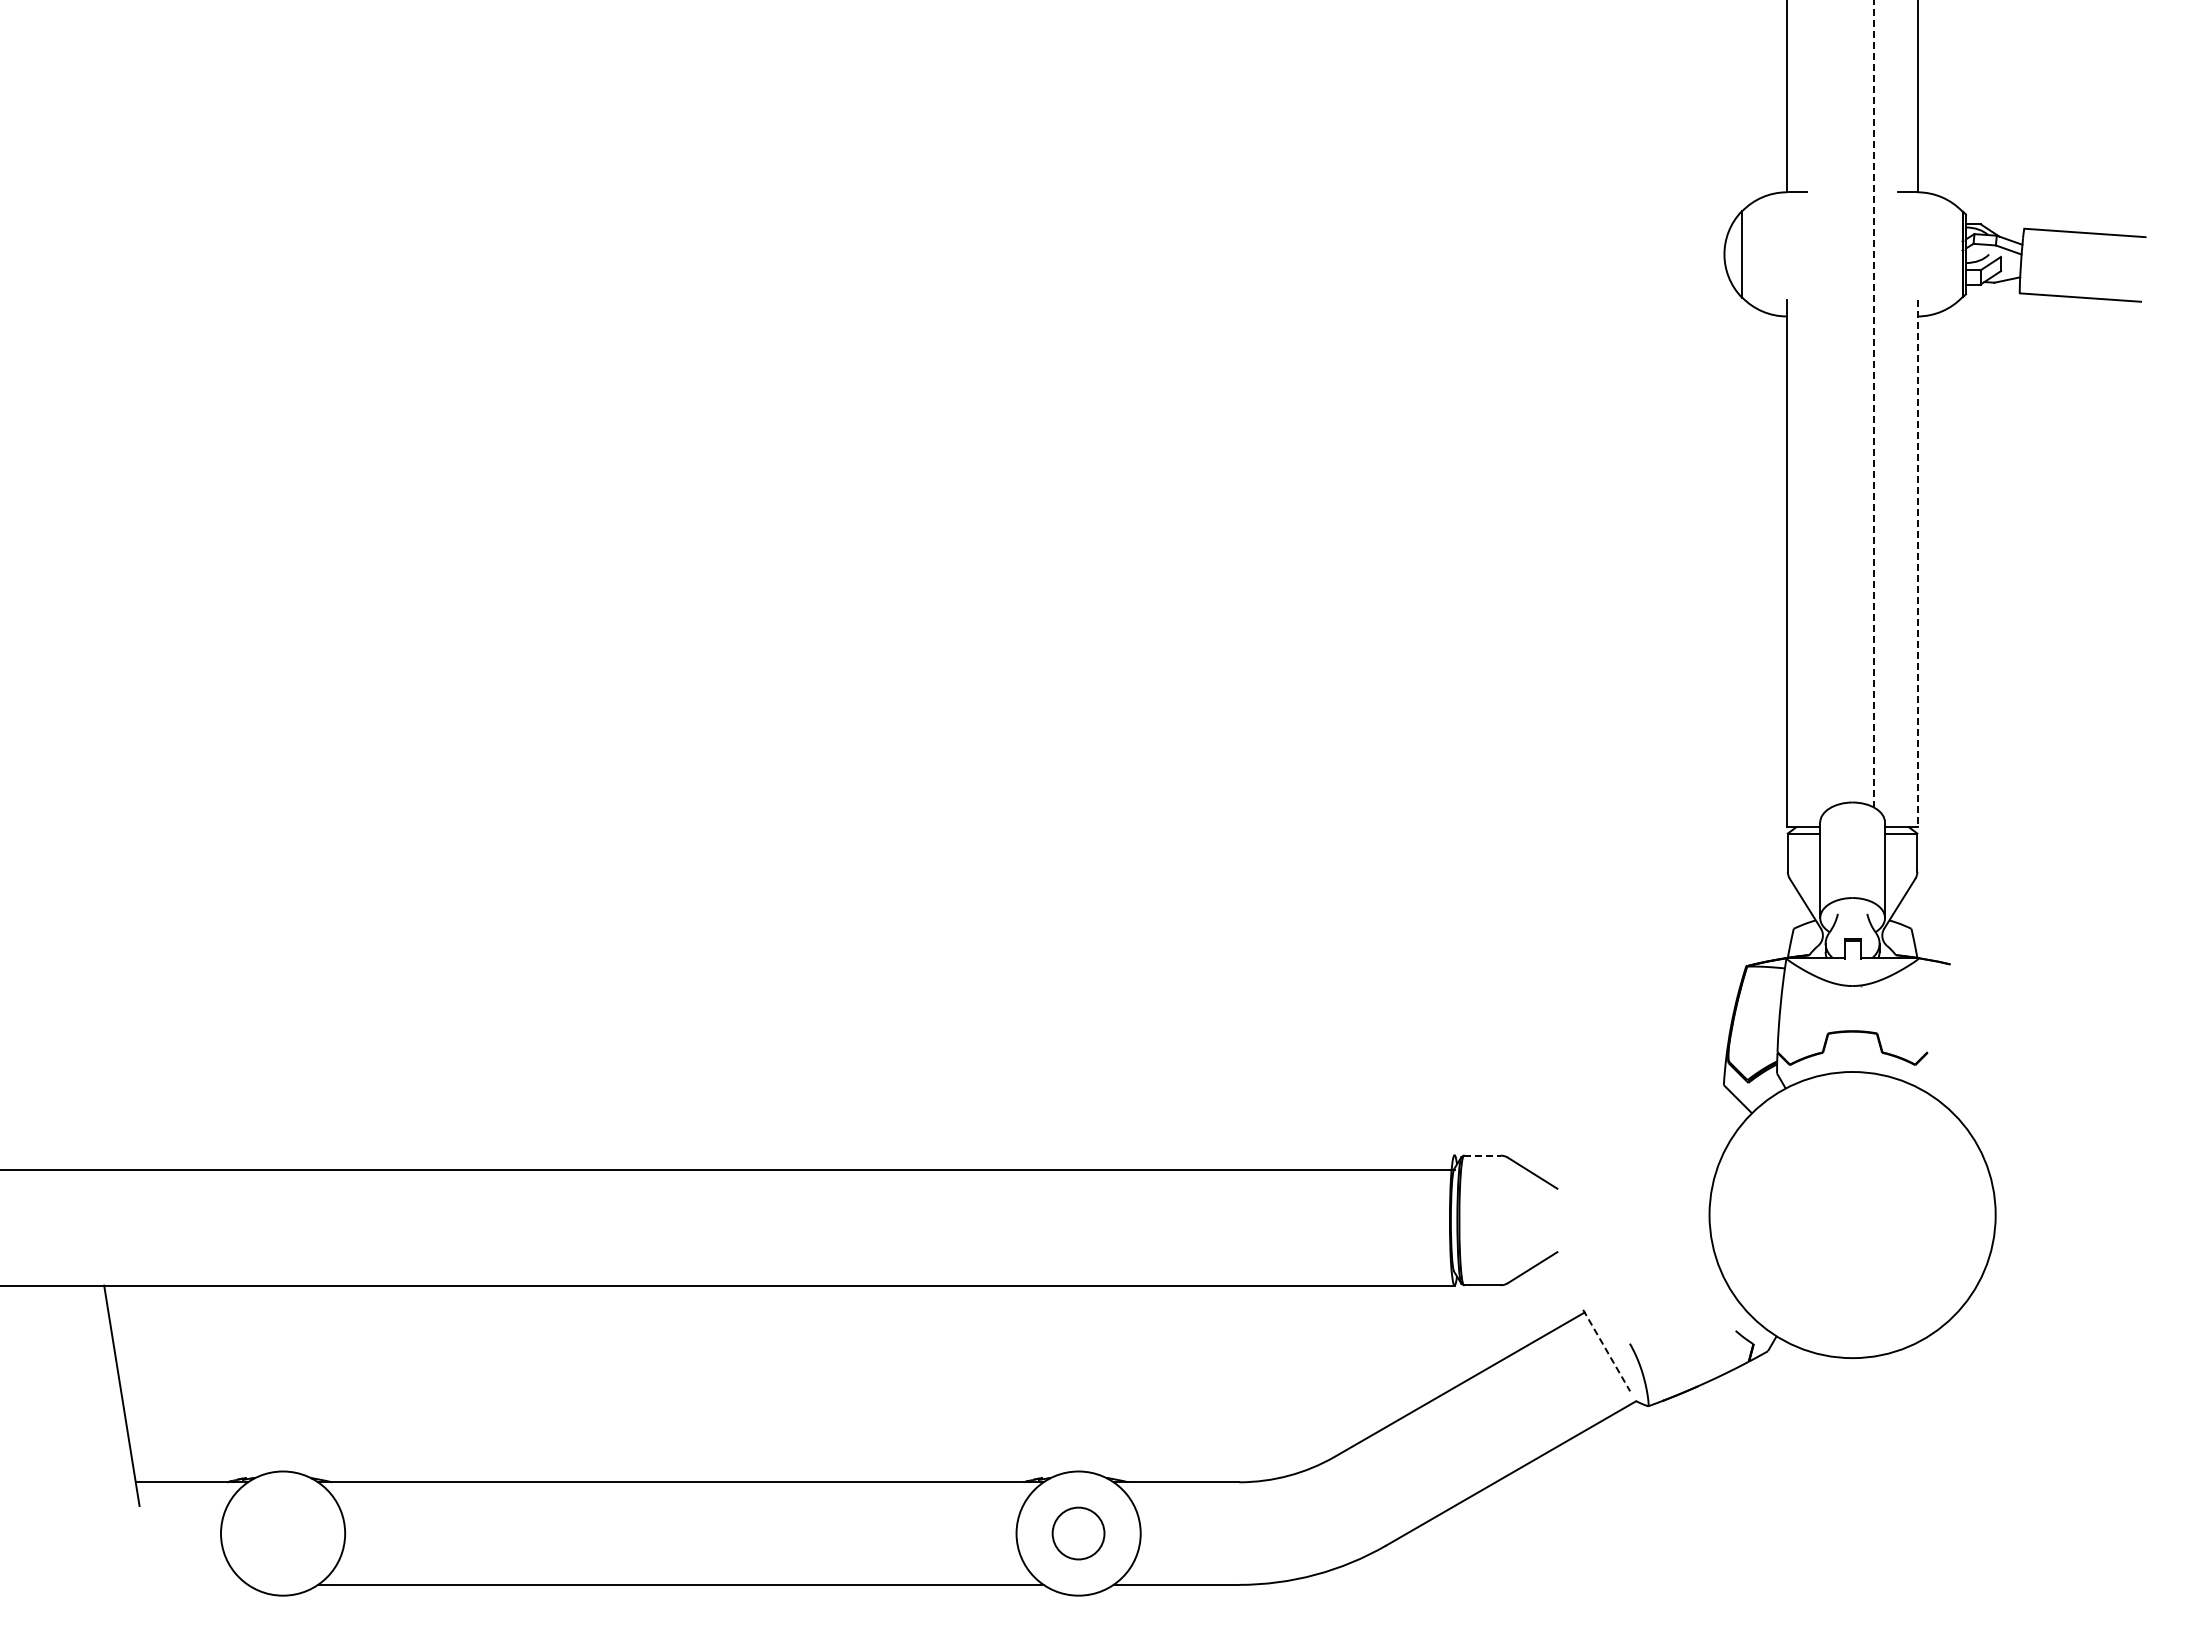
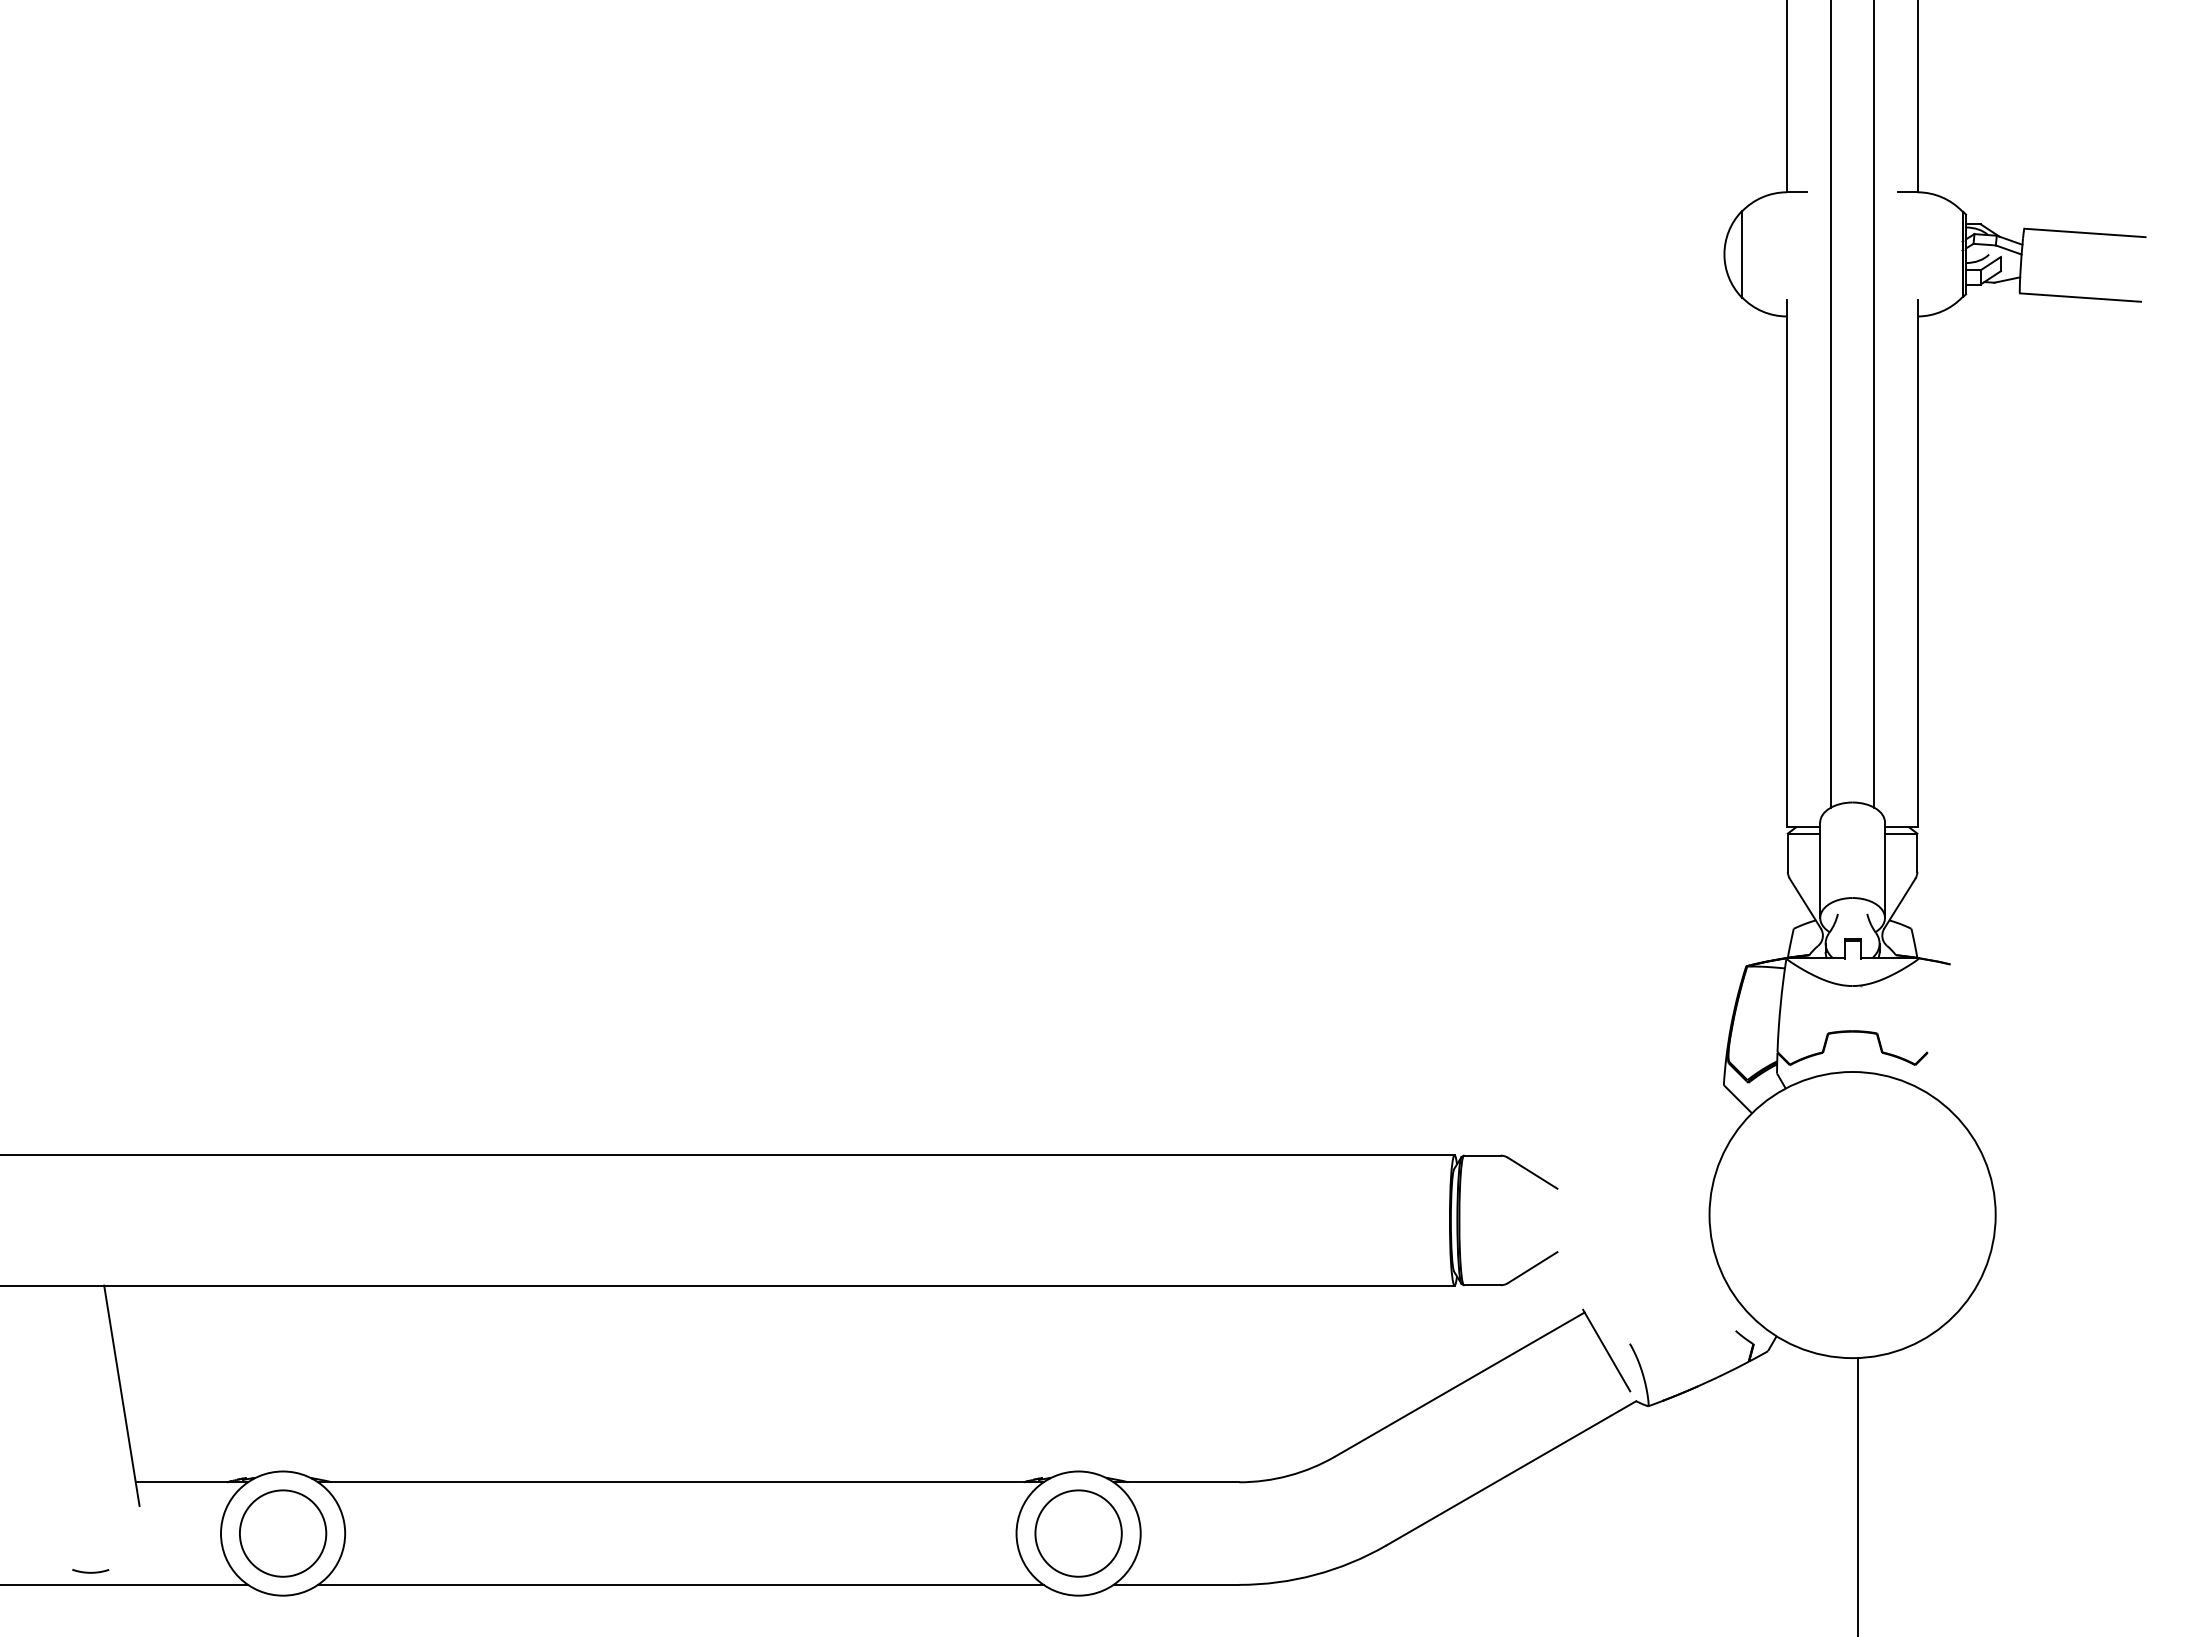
line at (1874, 403): dashed -> solid
line at (1831, 404): none -> present
line at (1917, 563): dashed -> solid
line at (1482, 1155): dashed -> solid
line at (728, 1170) position: (728, 1170) -> (728, 1155)
line at (1606, 1351): dashed -> solid
line at (1858, 1495): none -> present
circle at (283, 1533): none -> present
circle at (1078, 1533) size: 55x55 px -> 89x89 px
curve at (90, 1571): none -> present
line at (125, 1584): none -> present
